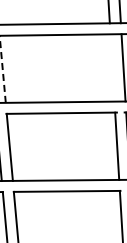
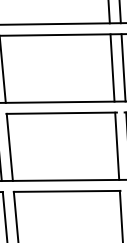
line at (112, 67): none -> present
line at (2, 71): dashed -> solid
